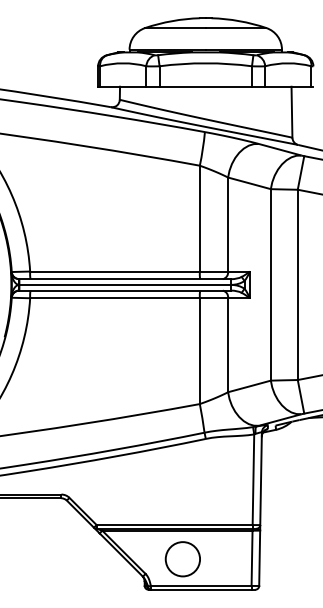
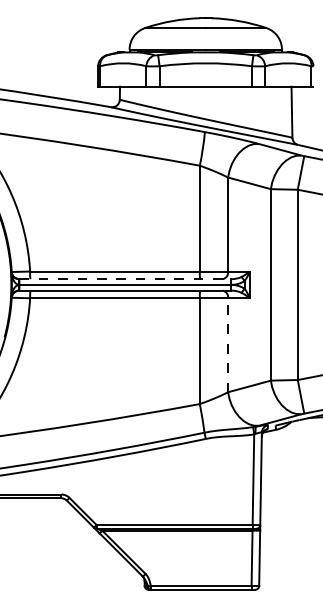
line at (125, 279): solid -> dashed
line at (228, 344): solid -> dashed
circle at (182, 559): present -> none
